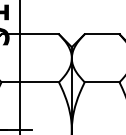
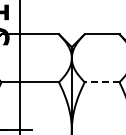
line at (101, 82): solid -> dashed
